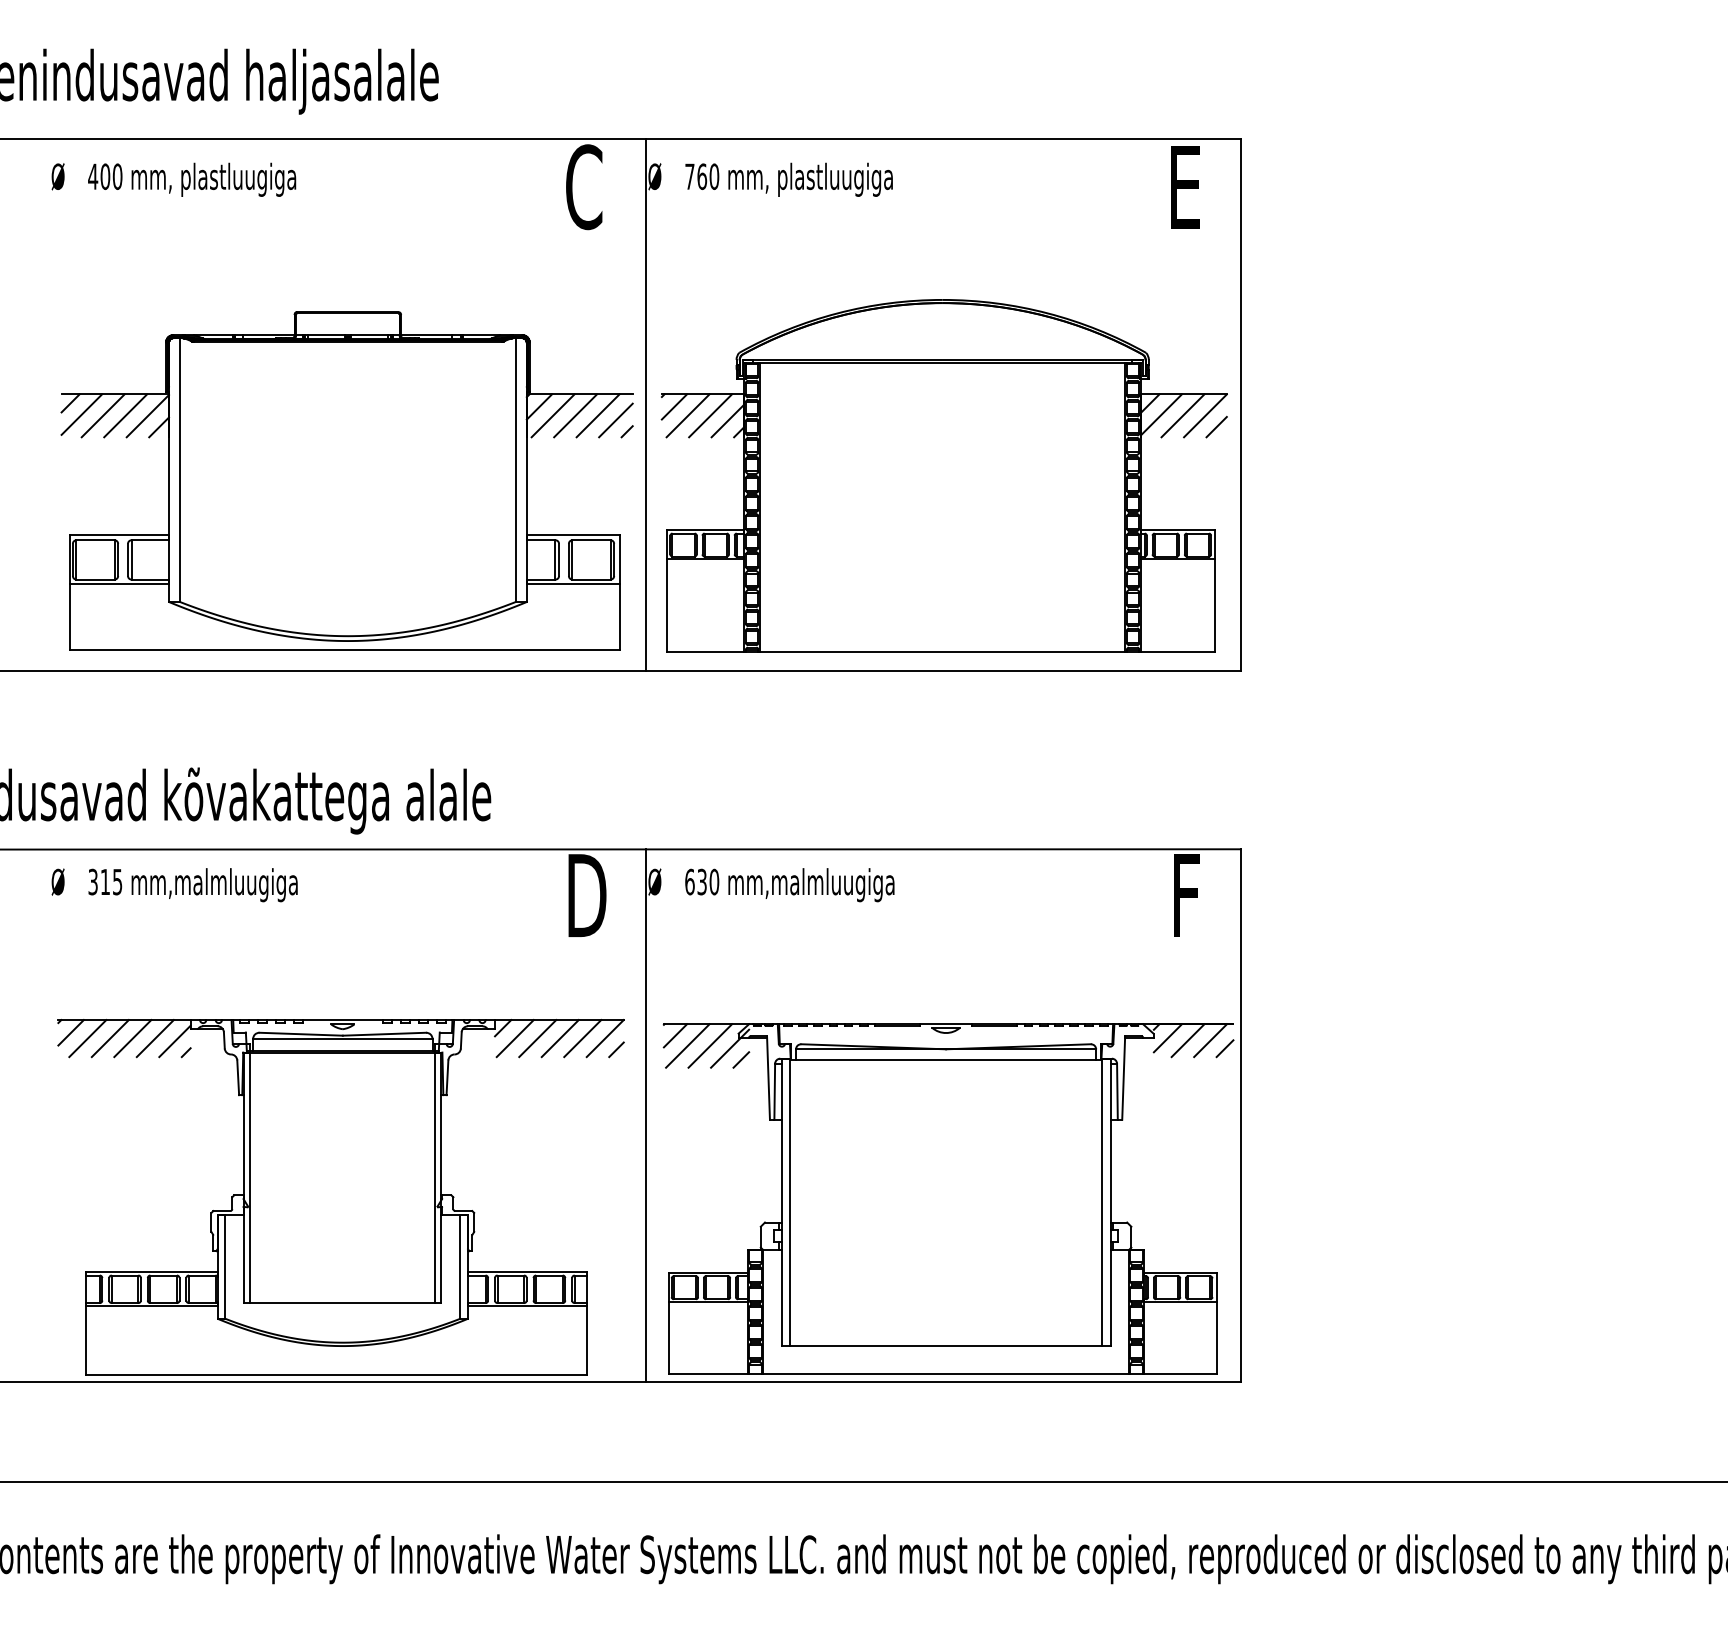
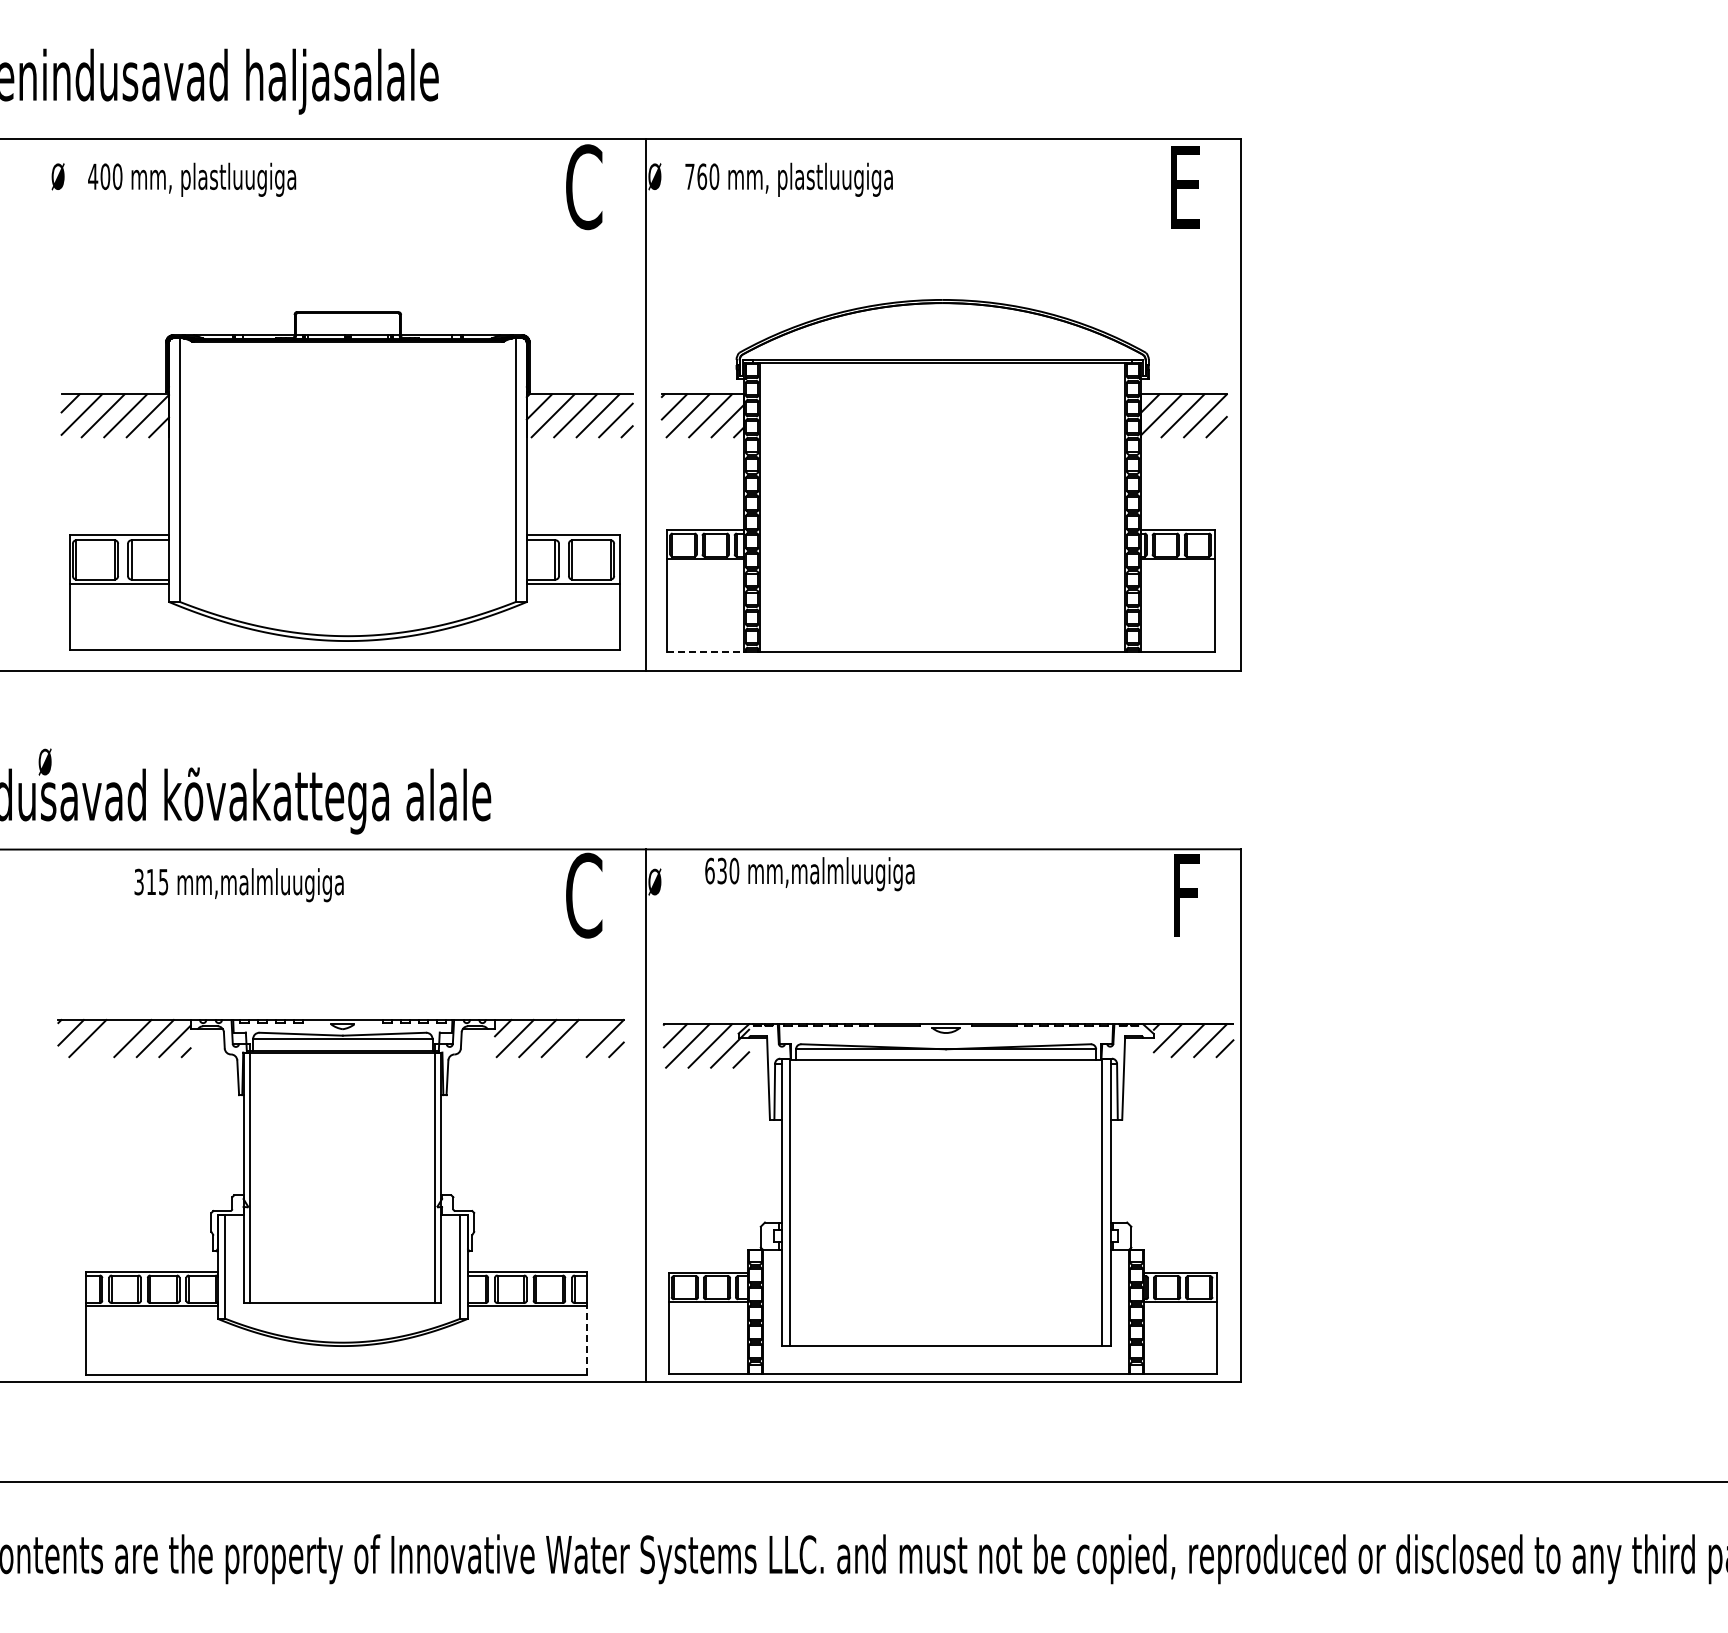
line at (706, 651): solid -> dashed
text at (57, 881) position: (57, 881) -> (44, 761)
text at (192, 885) position: (192, 885) -> (238, 885)
text at (789, 885) position: (789, 885) -> (809, 874)
text at (586, 895): D -> C
line at (109, 1038): present -> none
line at (582, 1038): present -> none
line at (586, 1340): solid -> dashed
